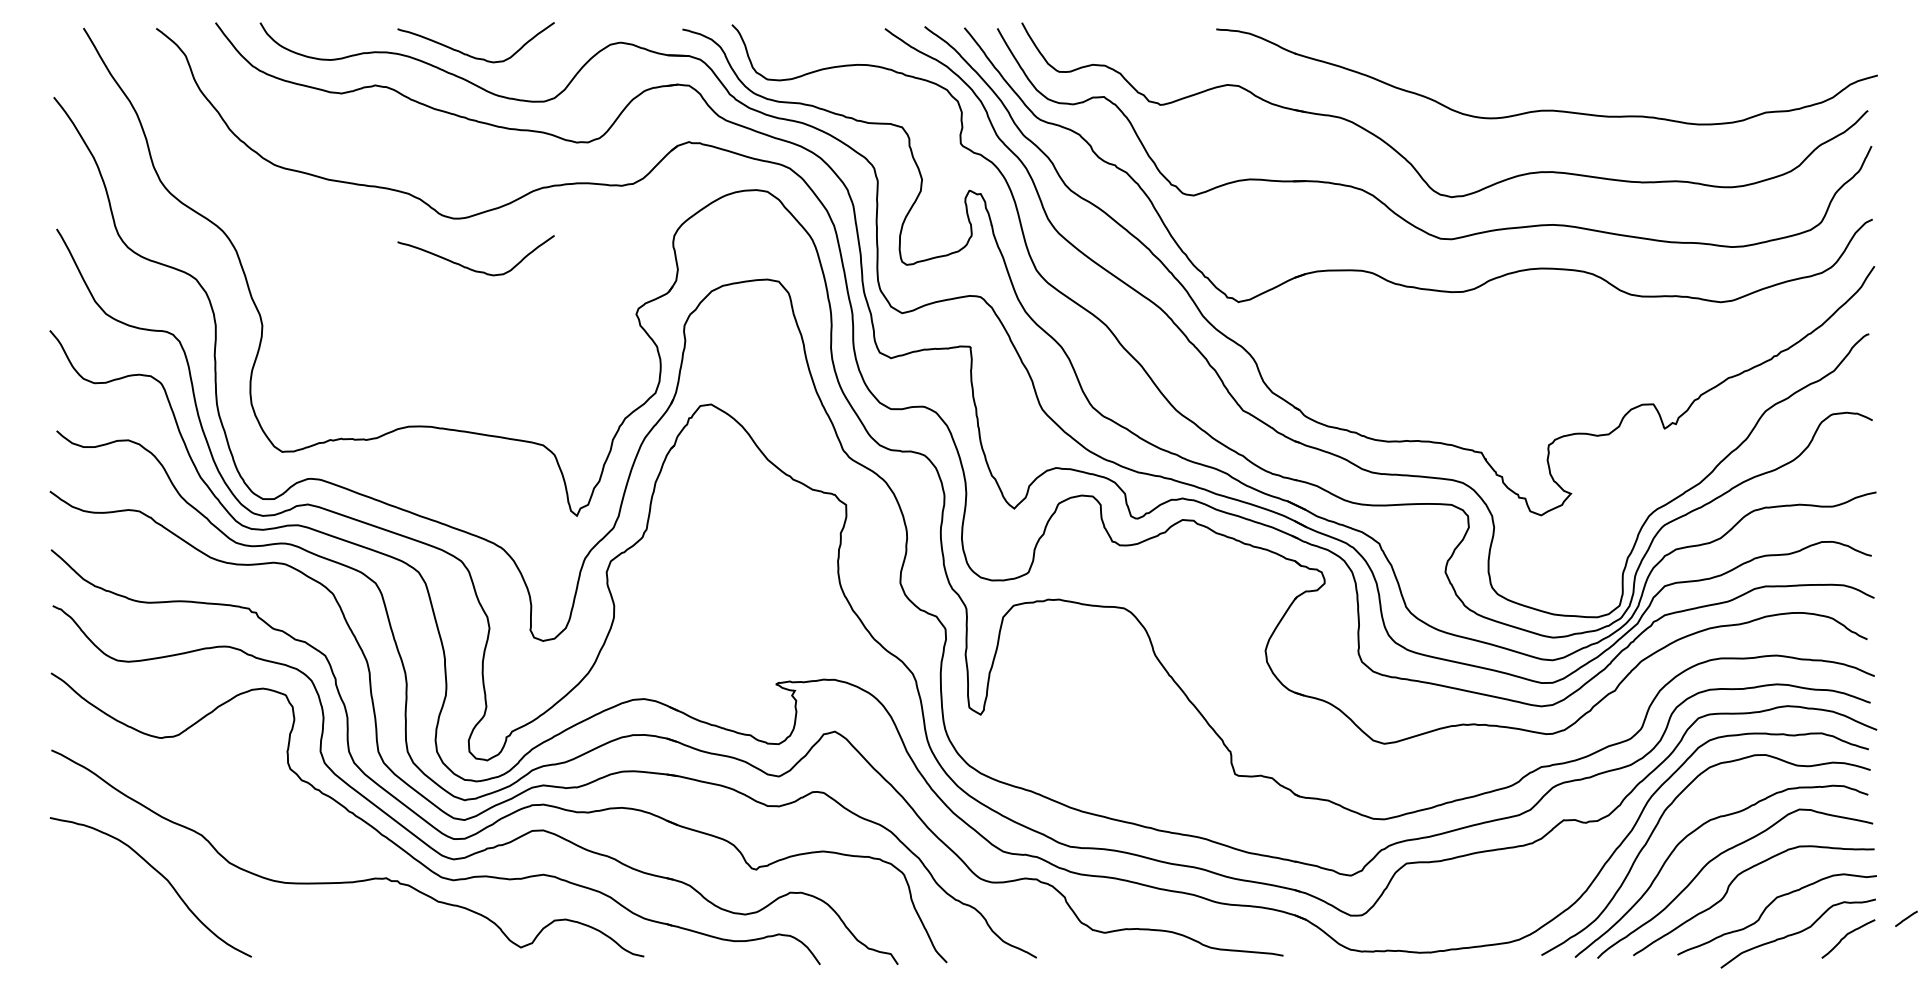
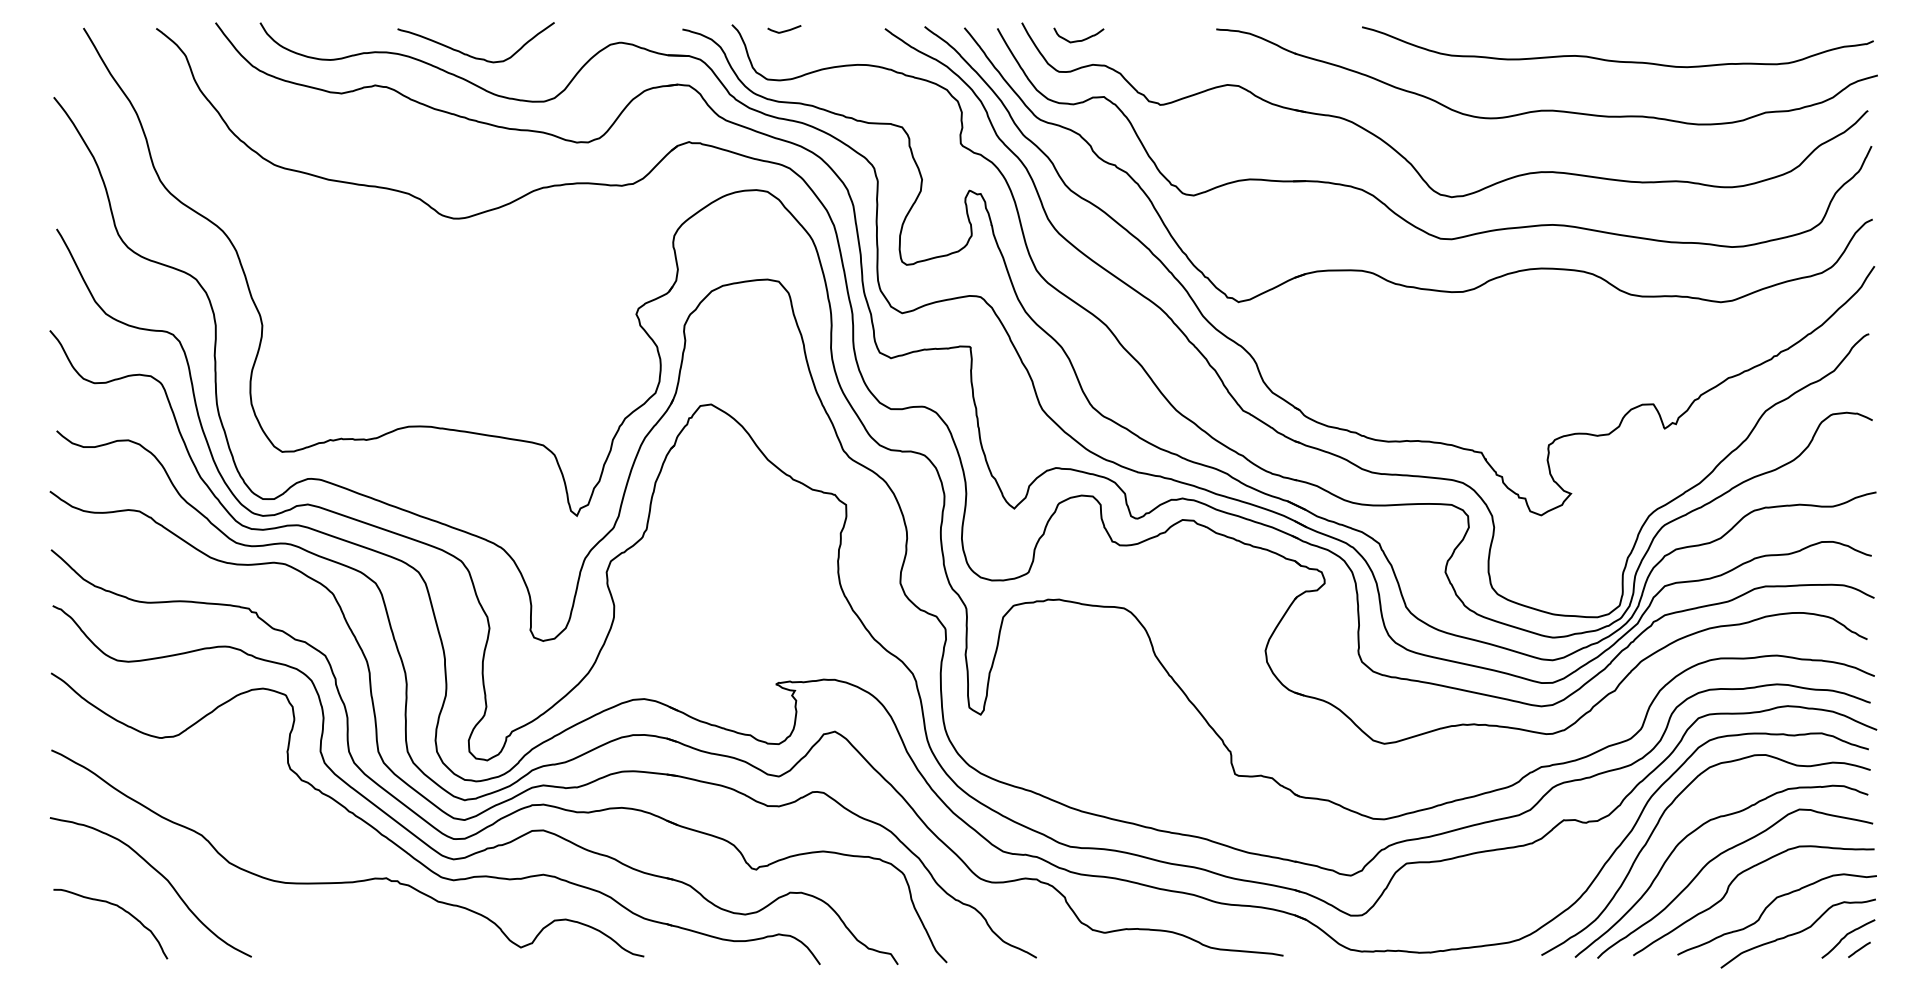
curve at (784, 30): none -> present
curve at (1081, 39): none -> present
curve at (1617, 60): none -> present
curve at (471, 268): present -> none
curve at (119, 908): none -> present
line at (1906, 918) position: (1906, 918) -> (1859, 949)
